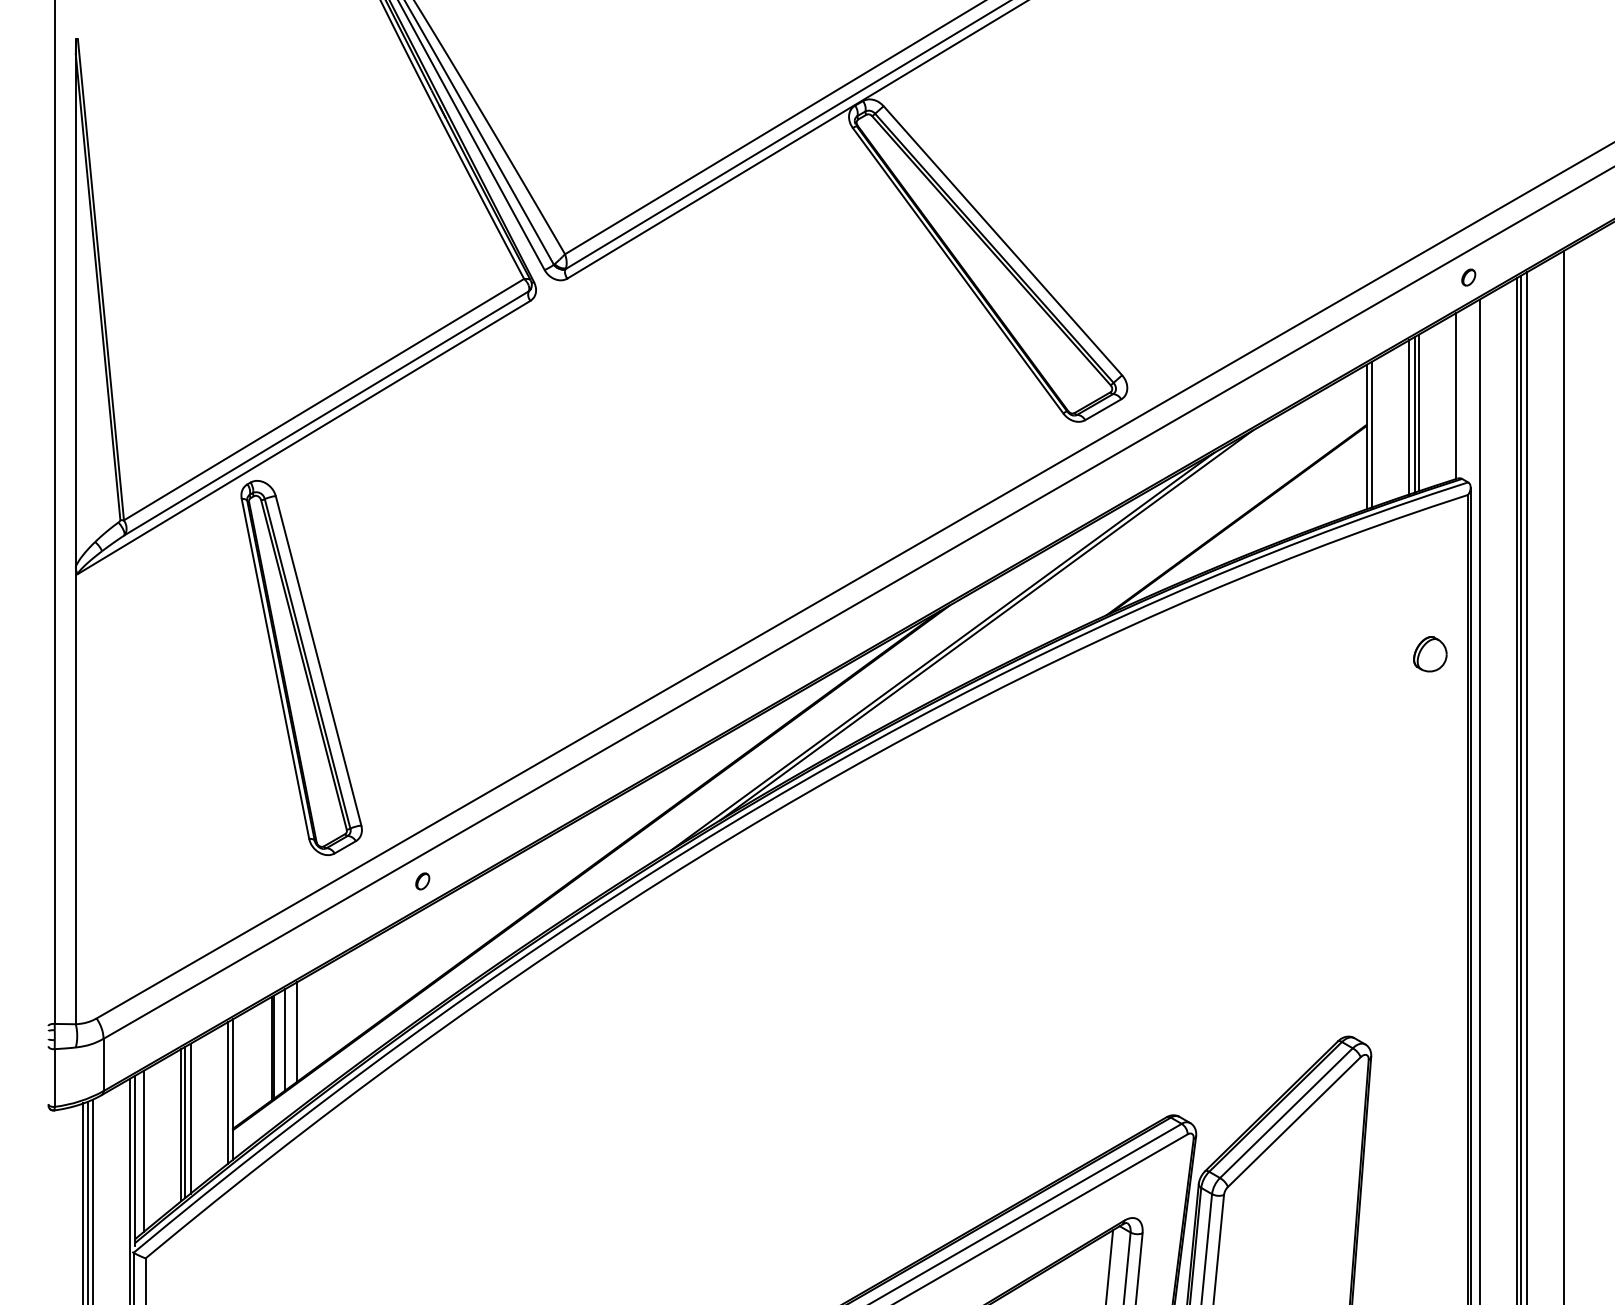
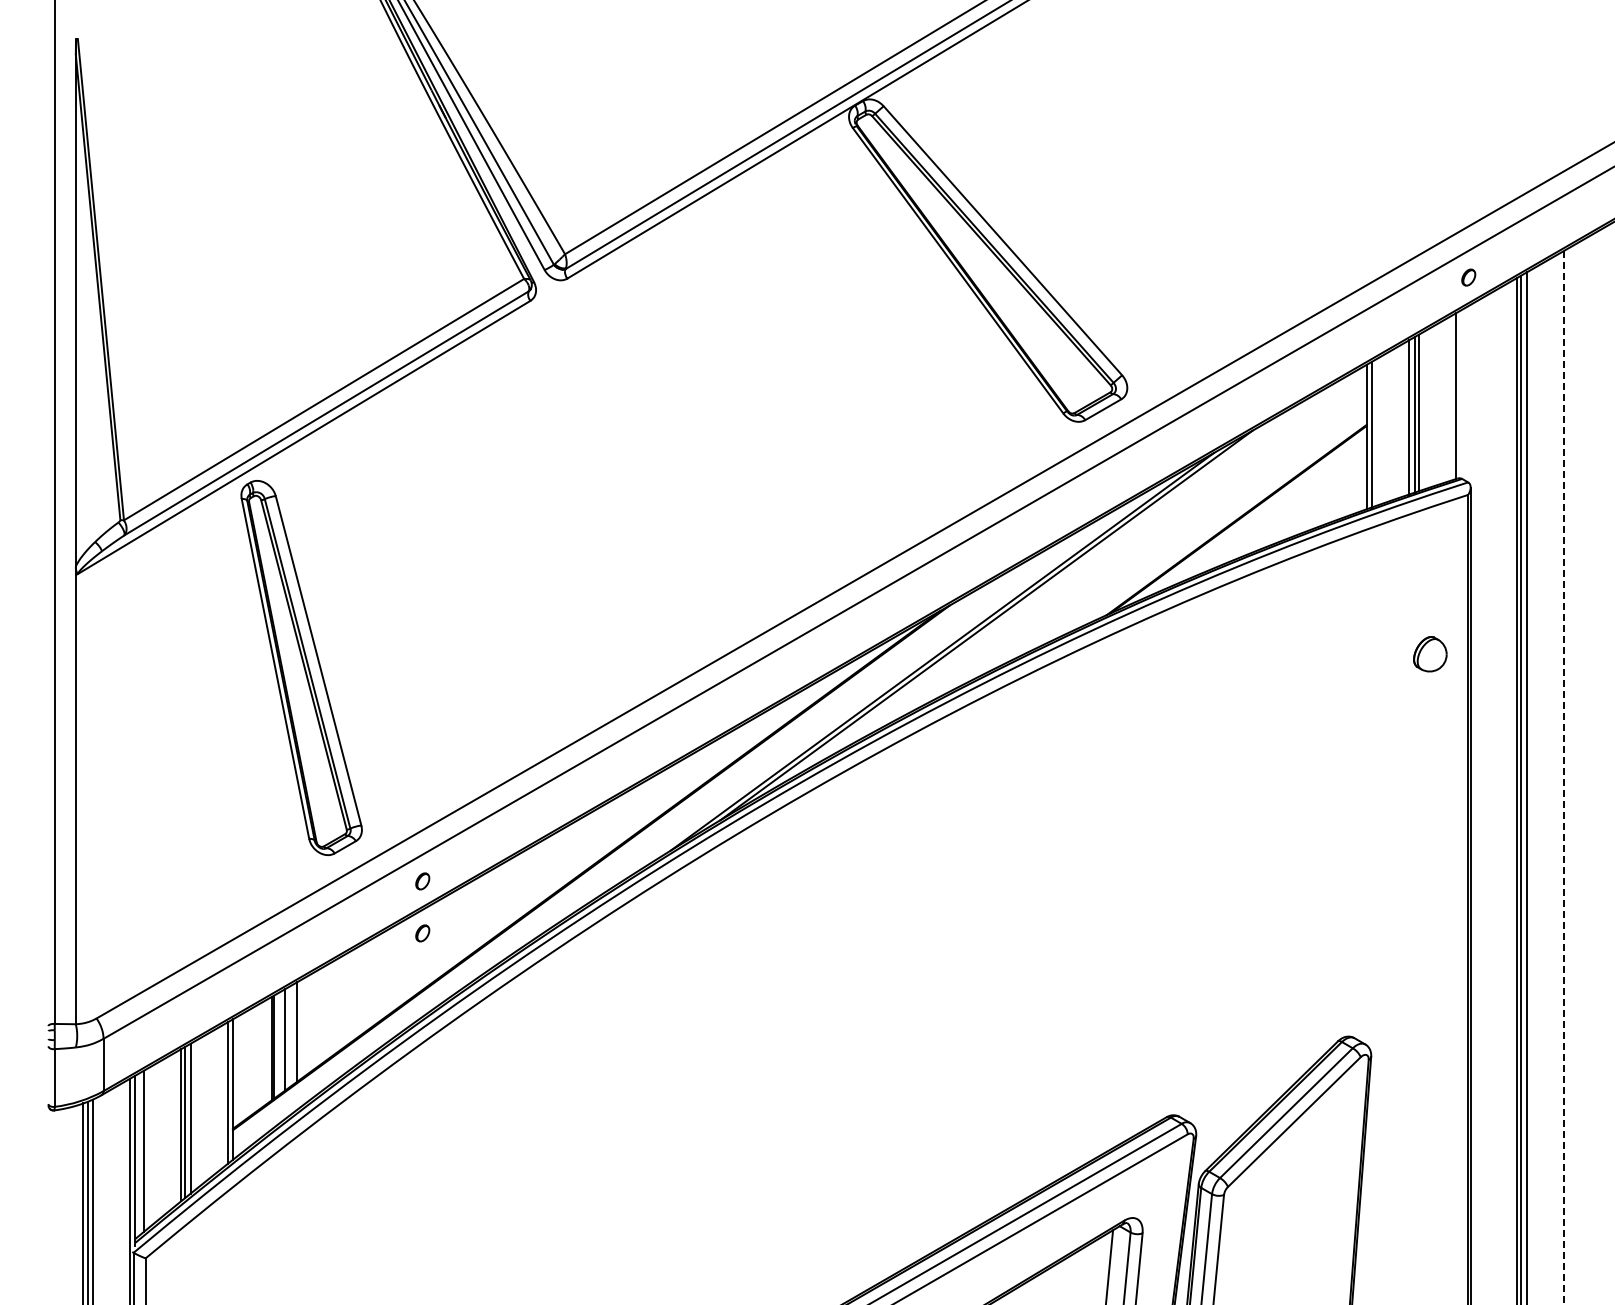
line at (1564, 777): solid -> dashed
line at (1479, 800): present -> none
part at (422, 933): none -> present
